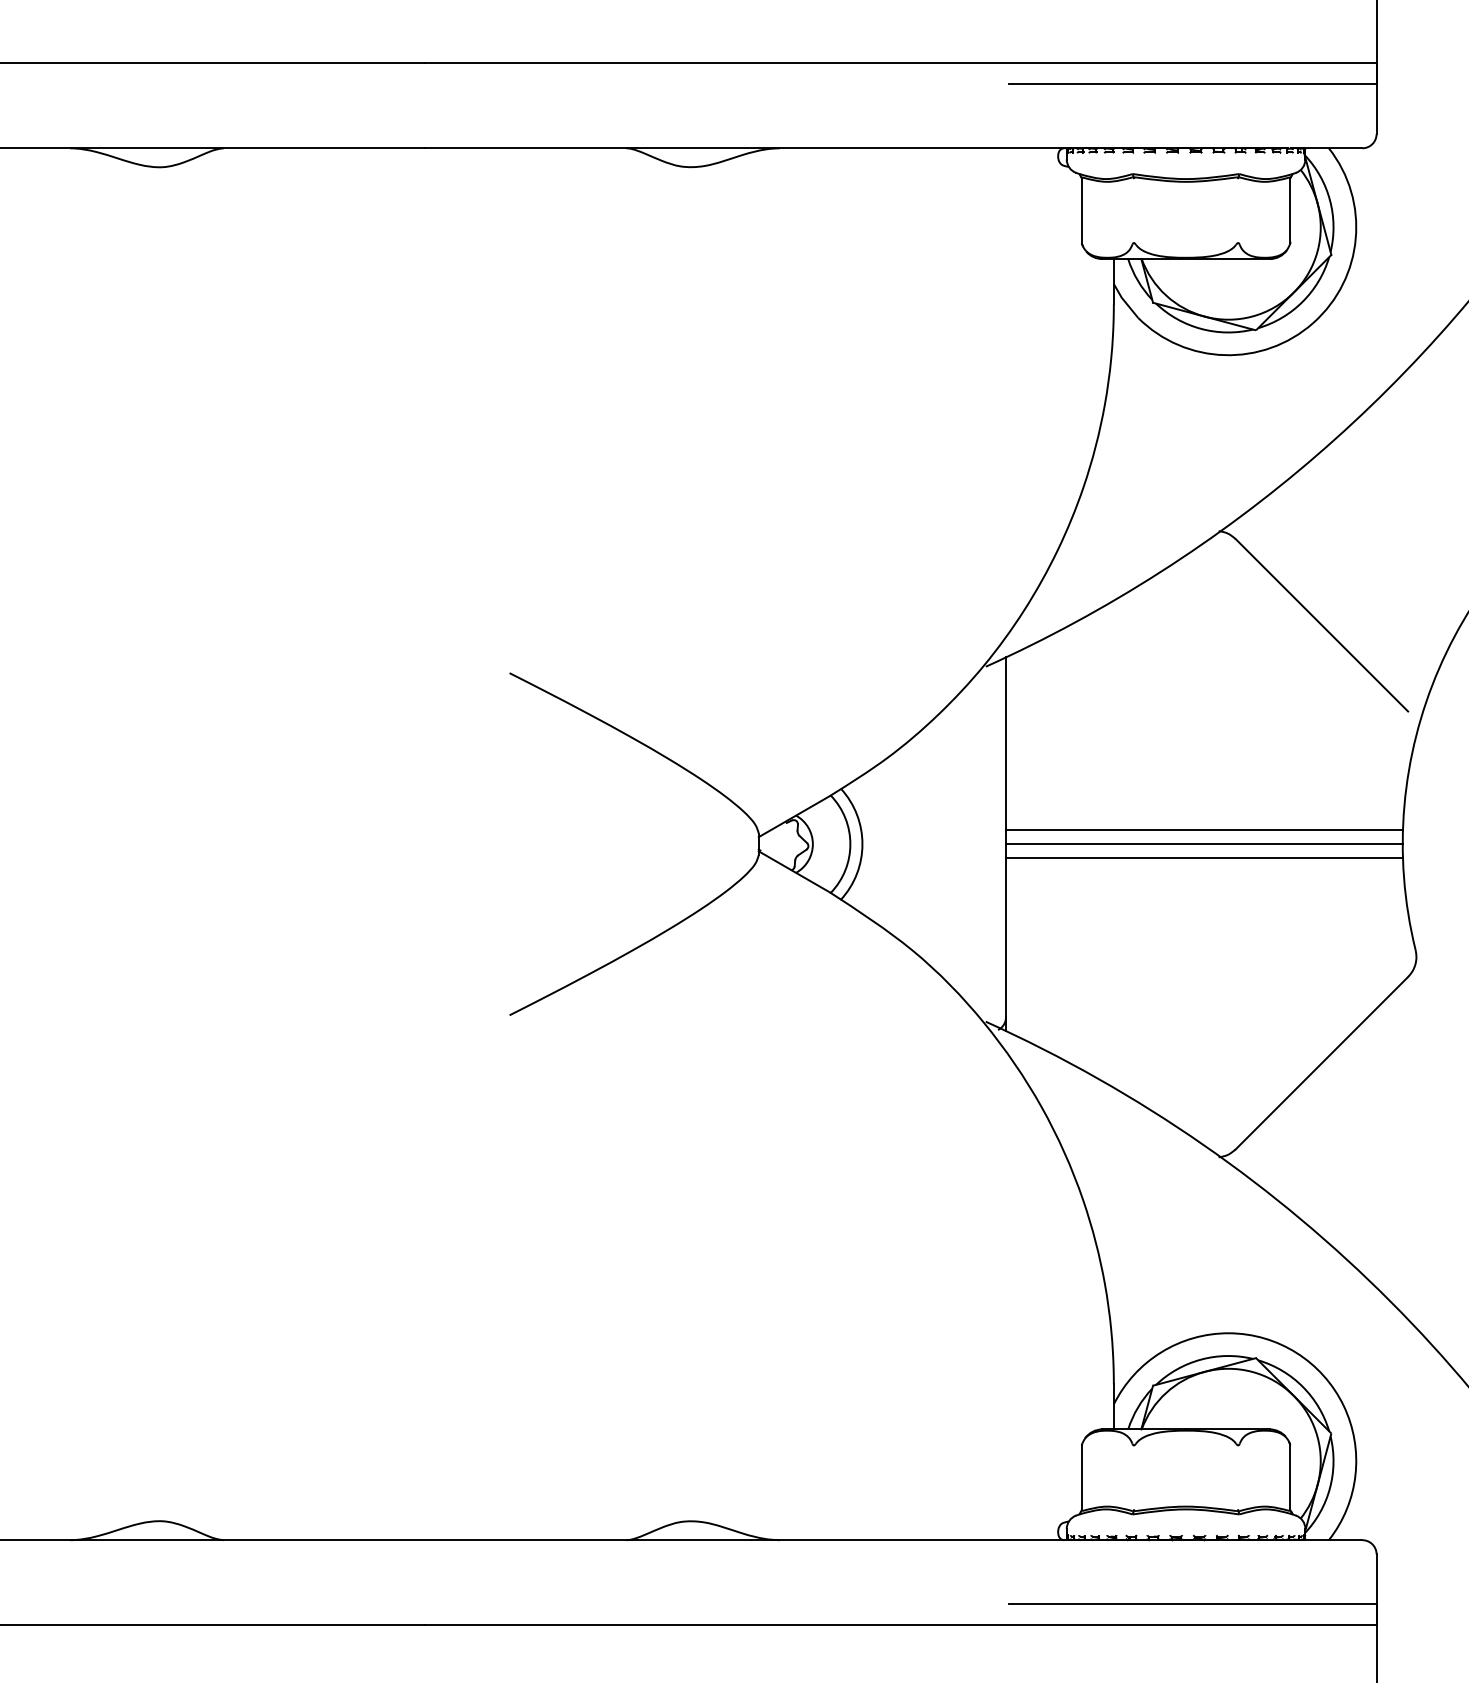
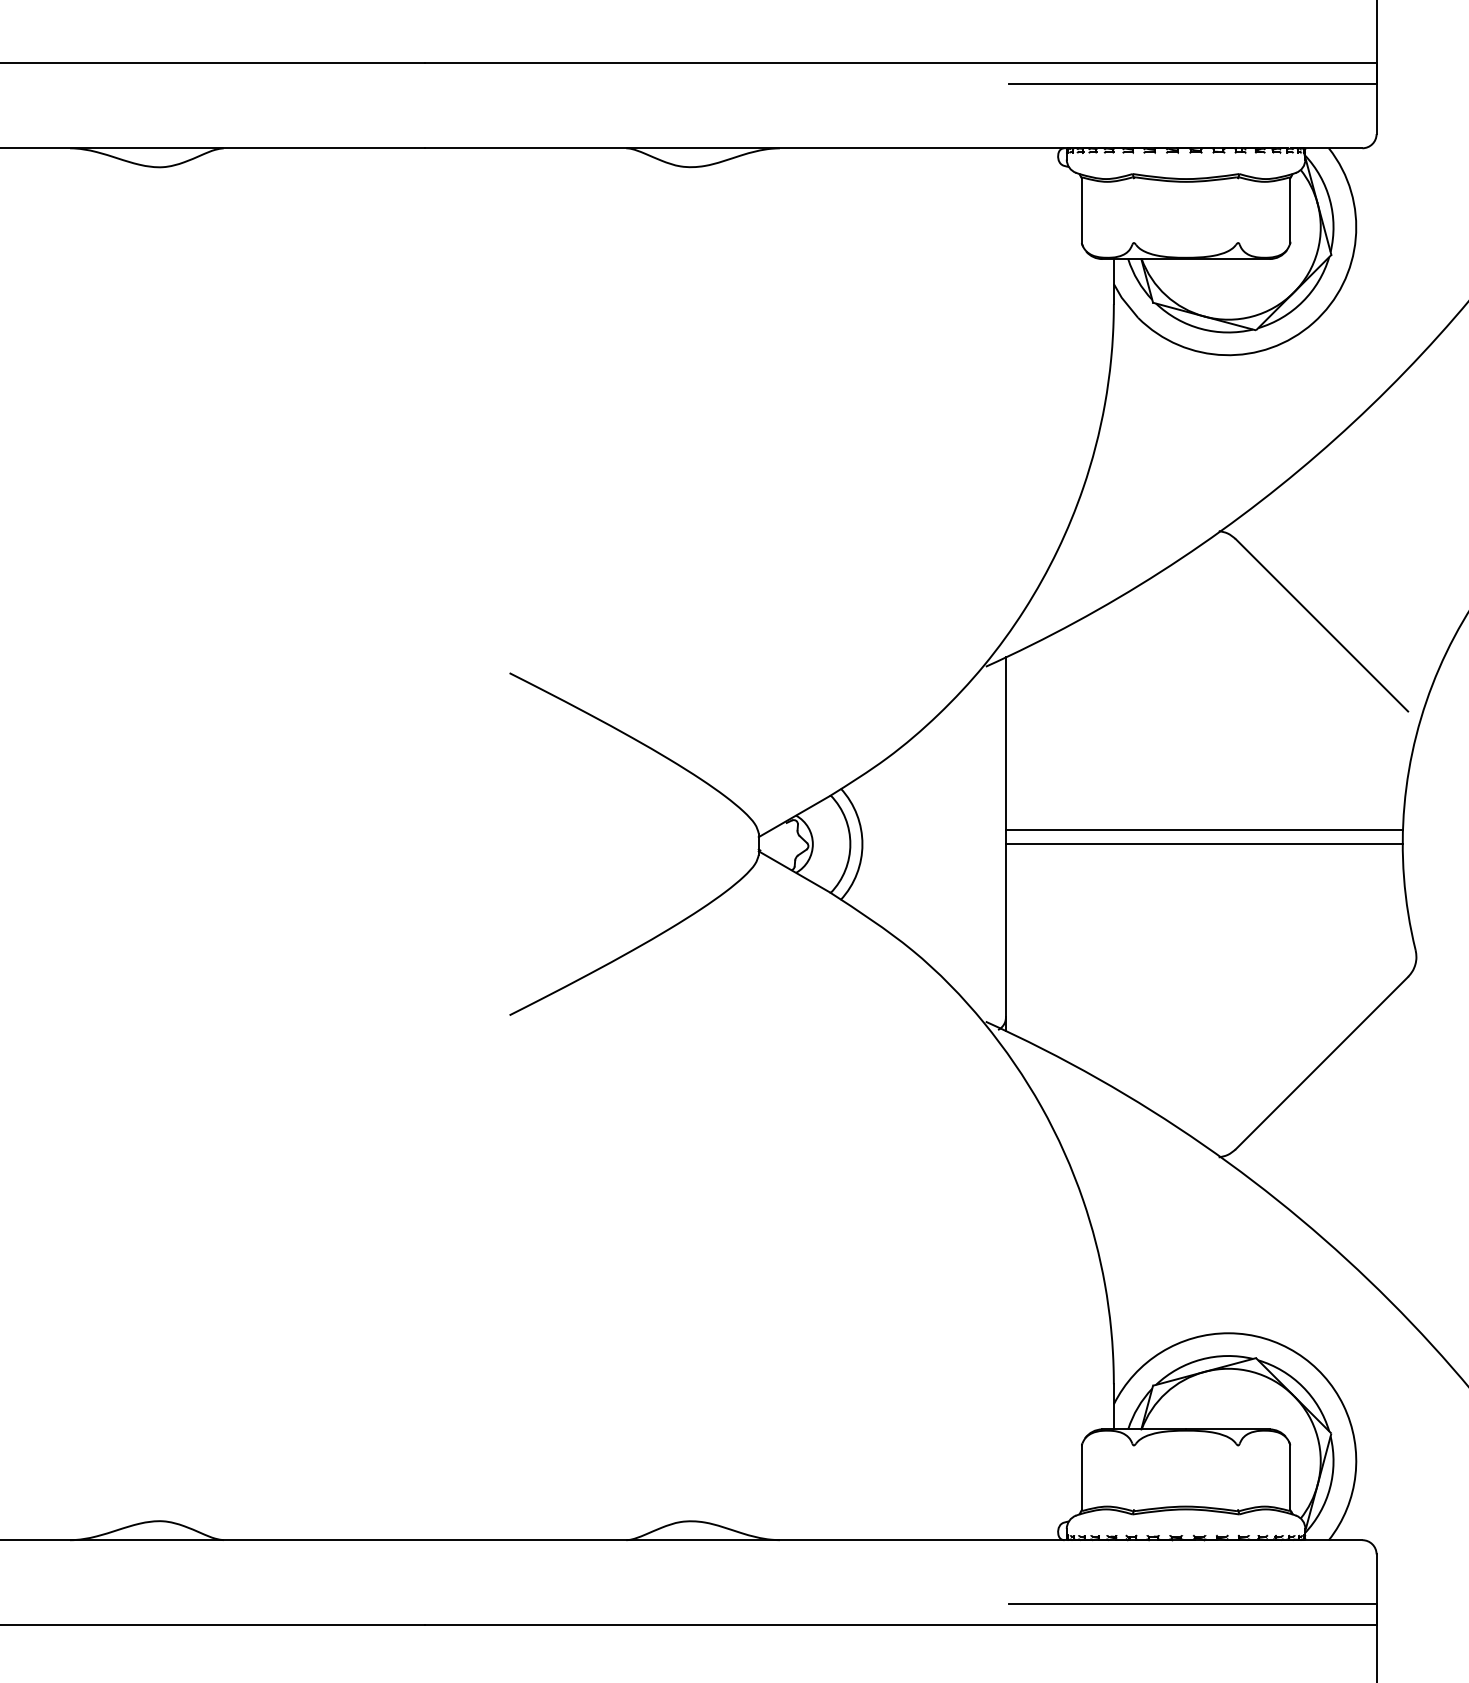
line at (1204, 858): present -> none
